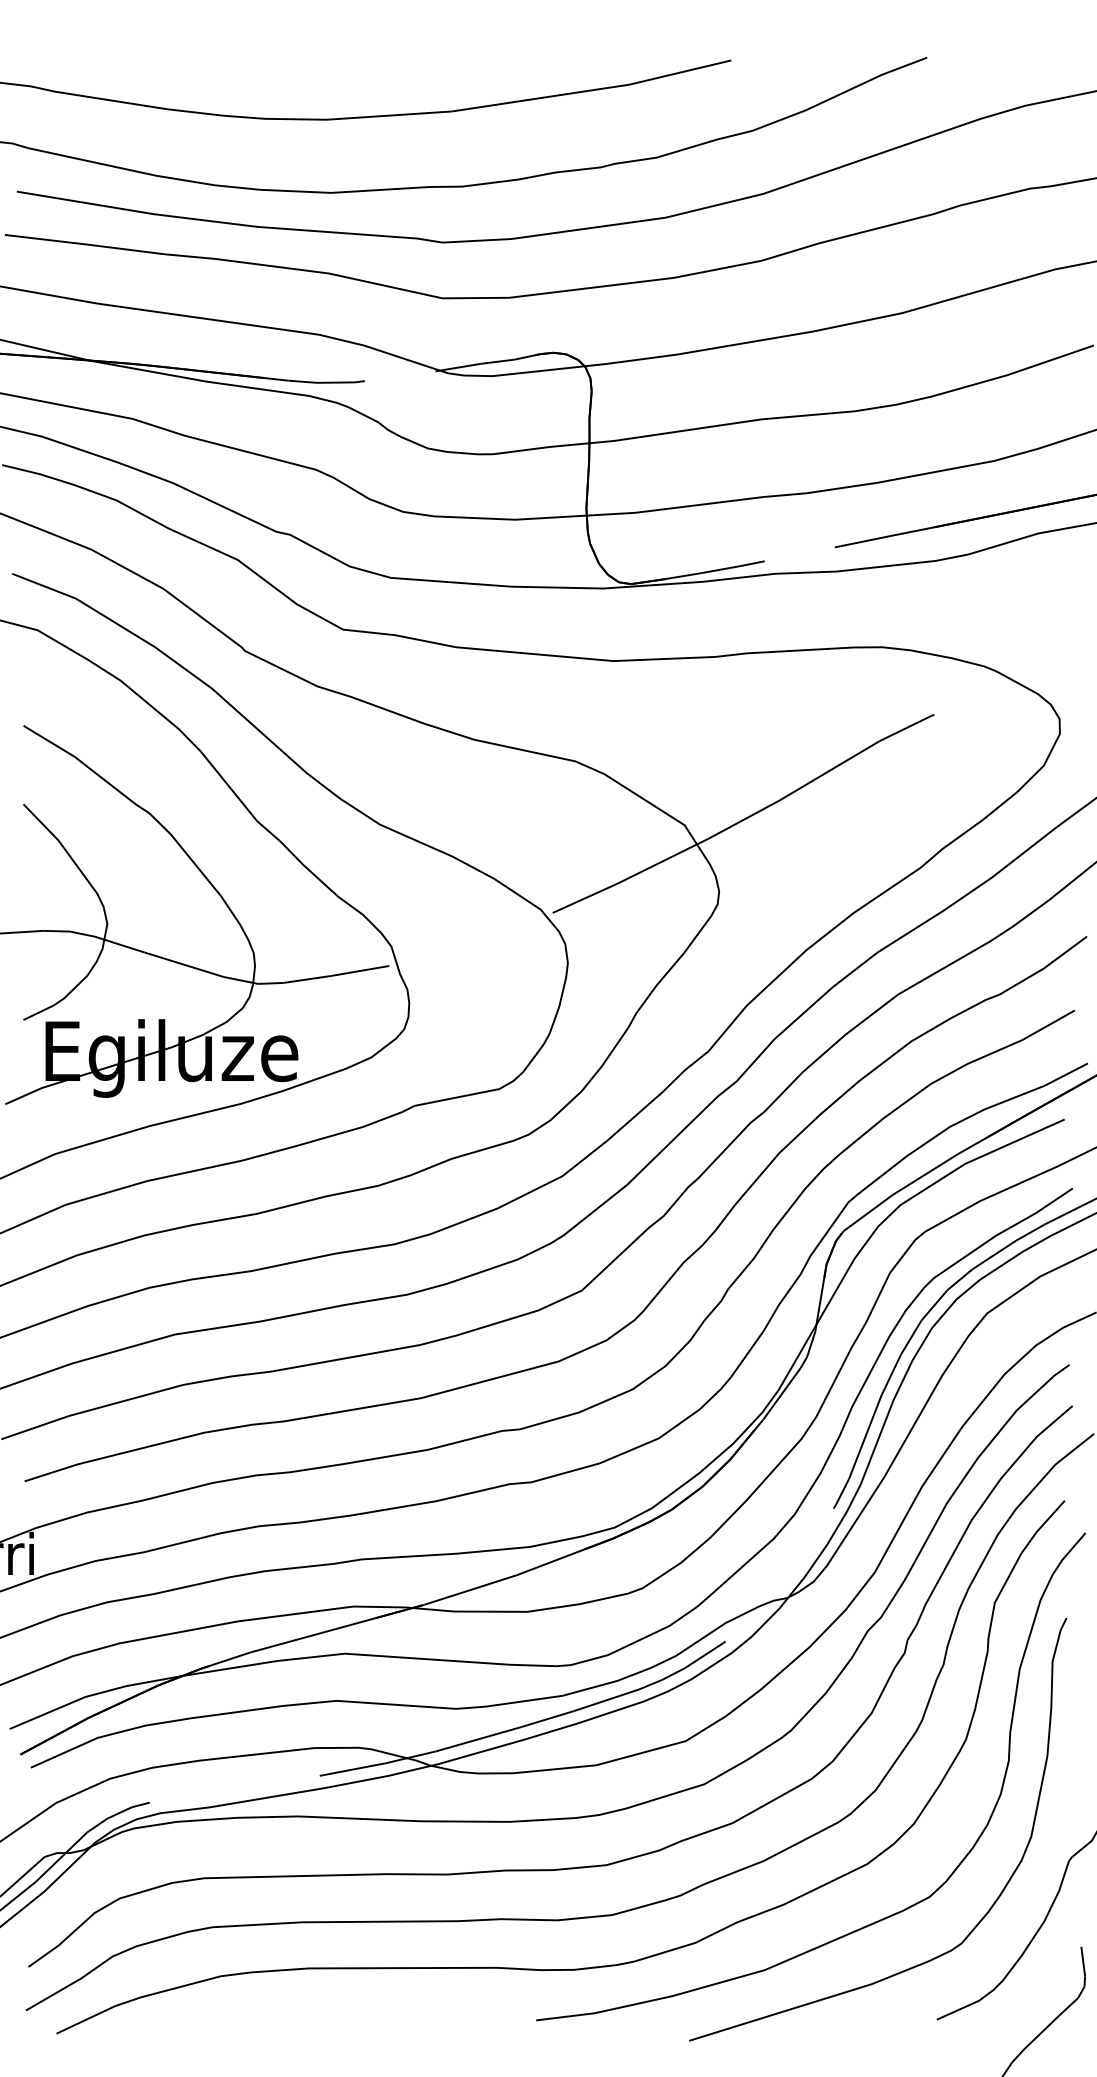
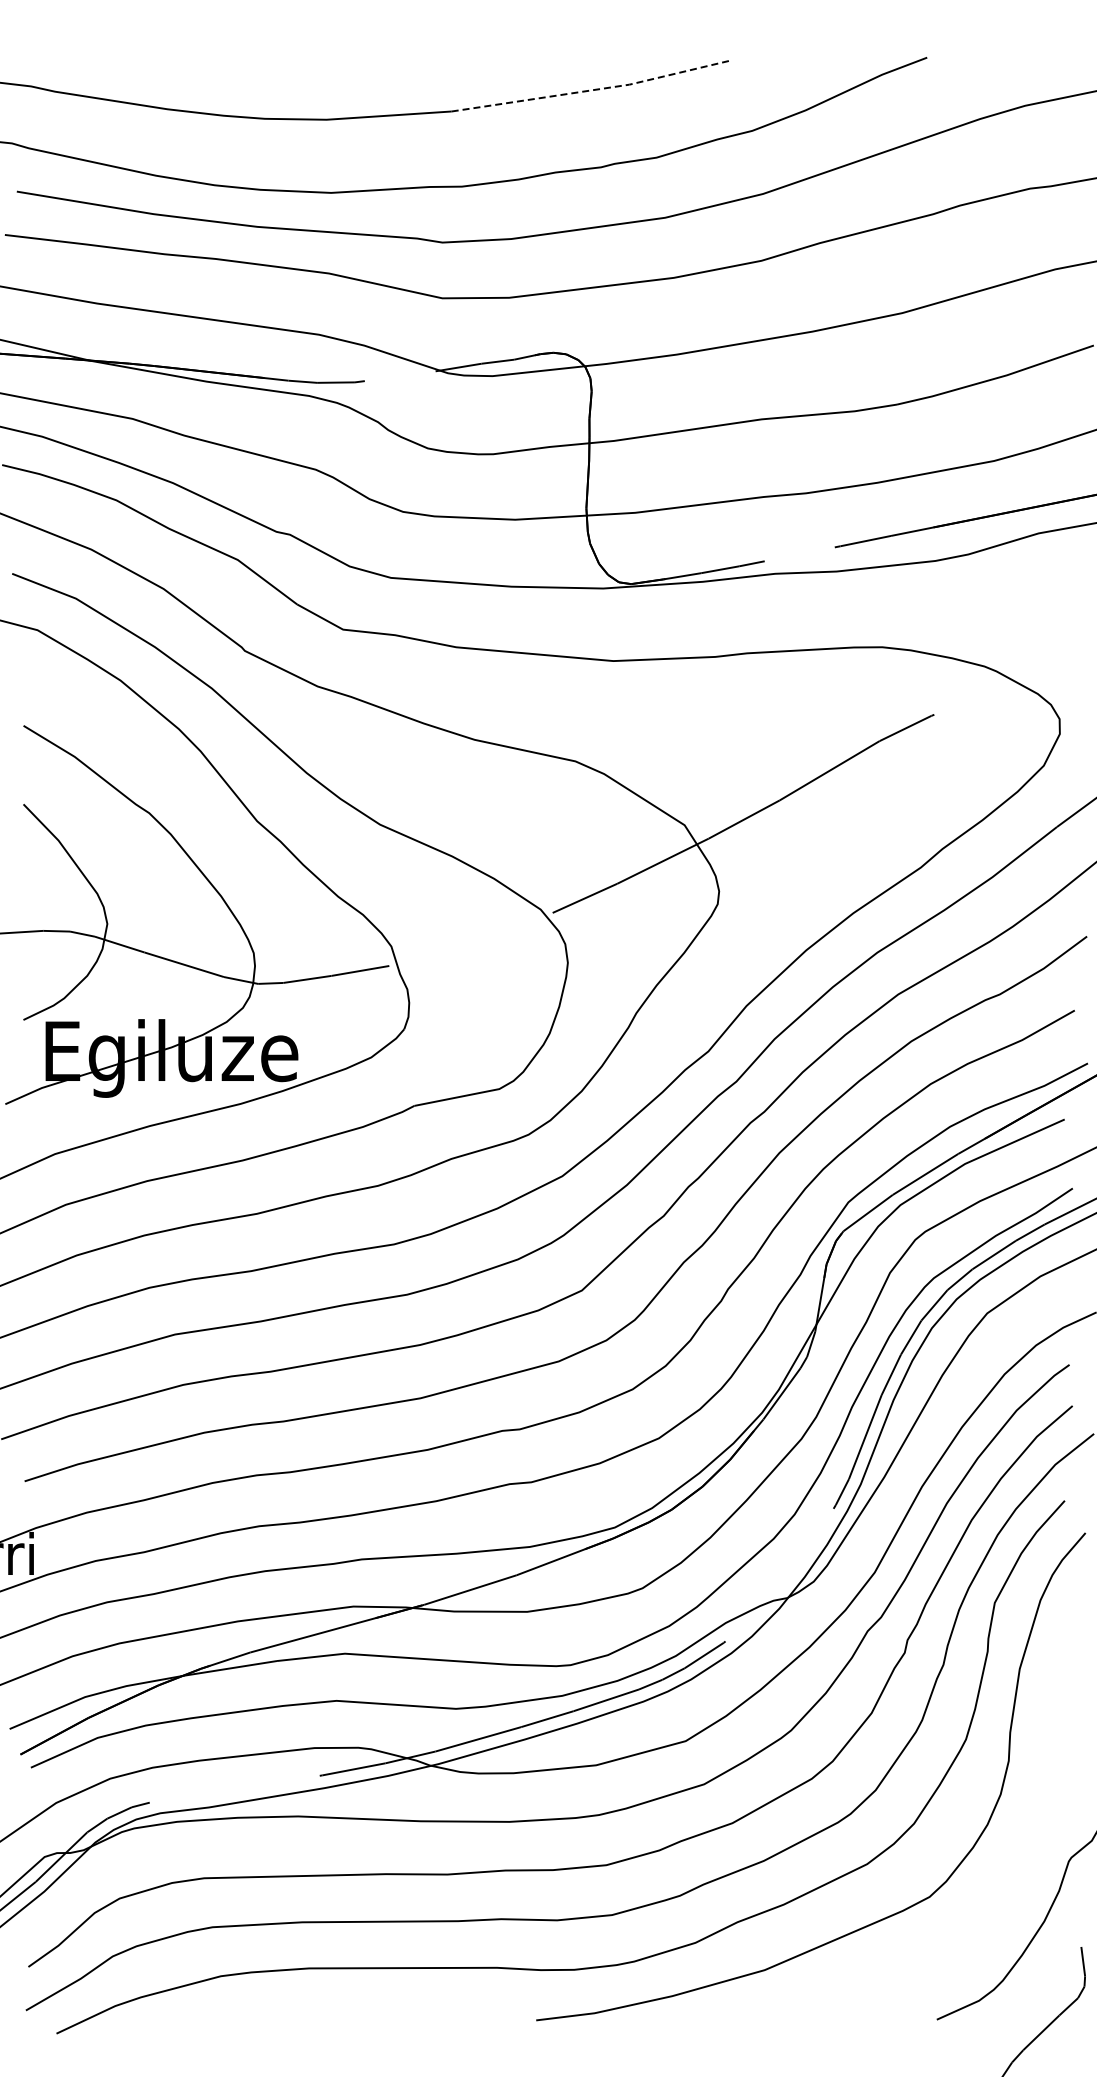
line at (592, 90): solid -> dashed
curve at (979, 1920): present -> none
